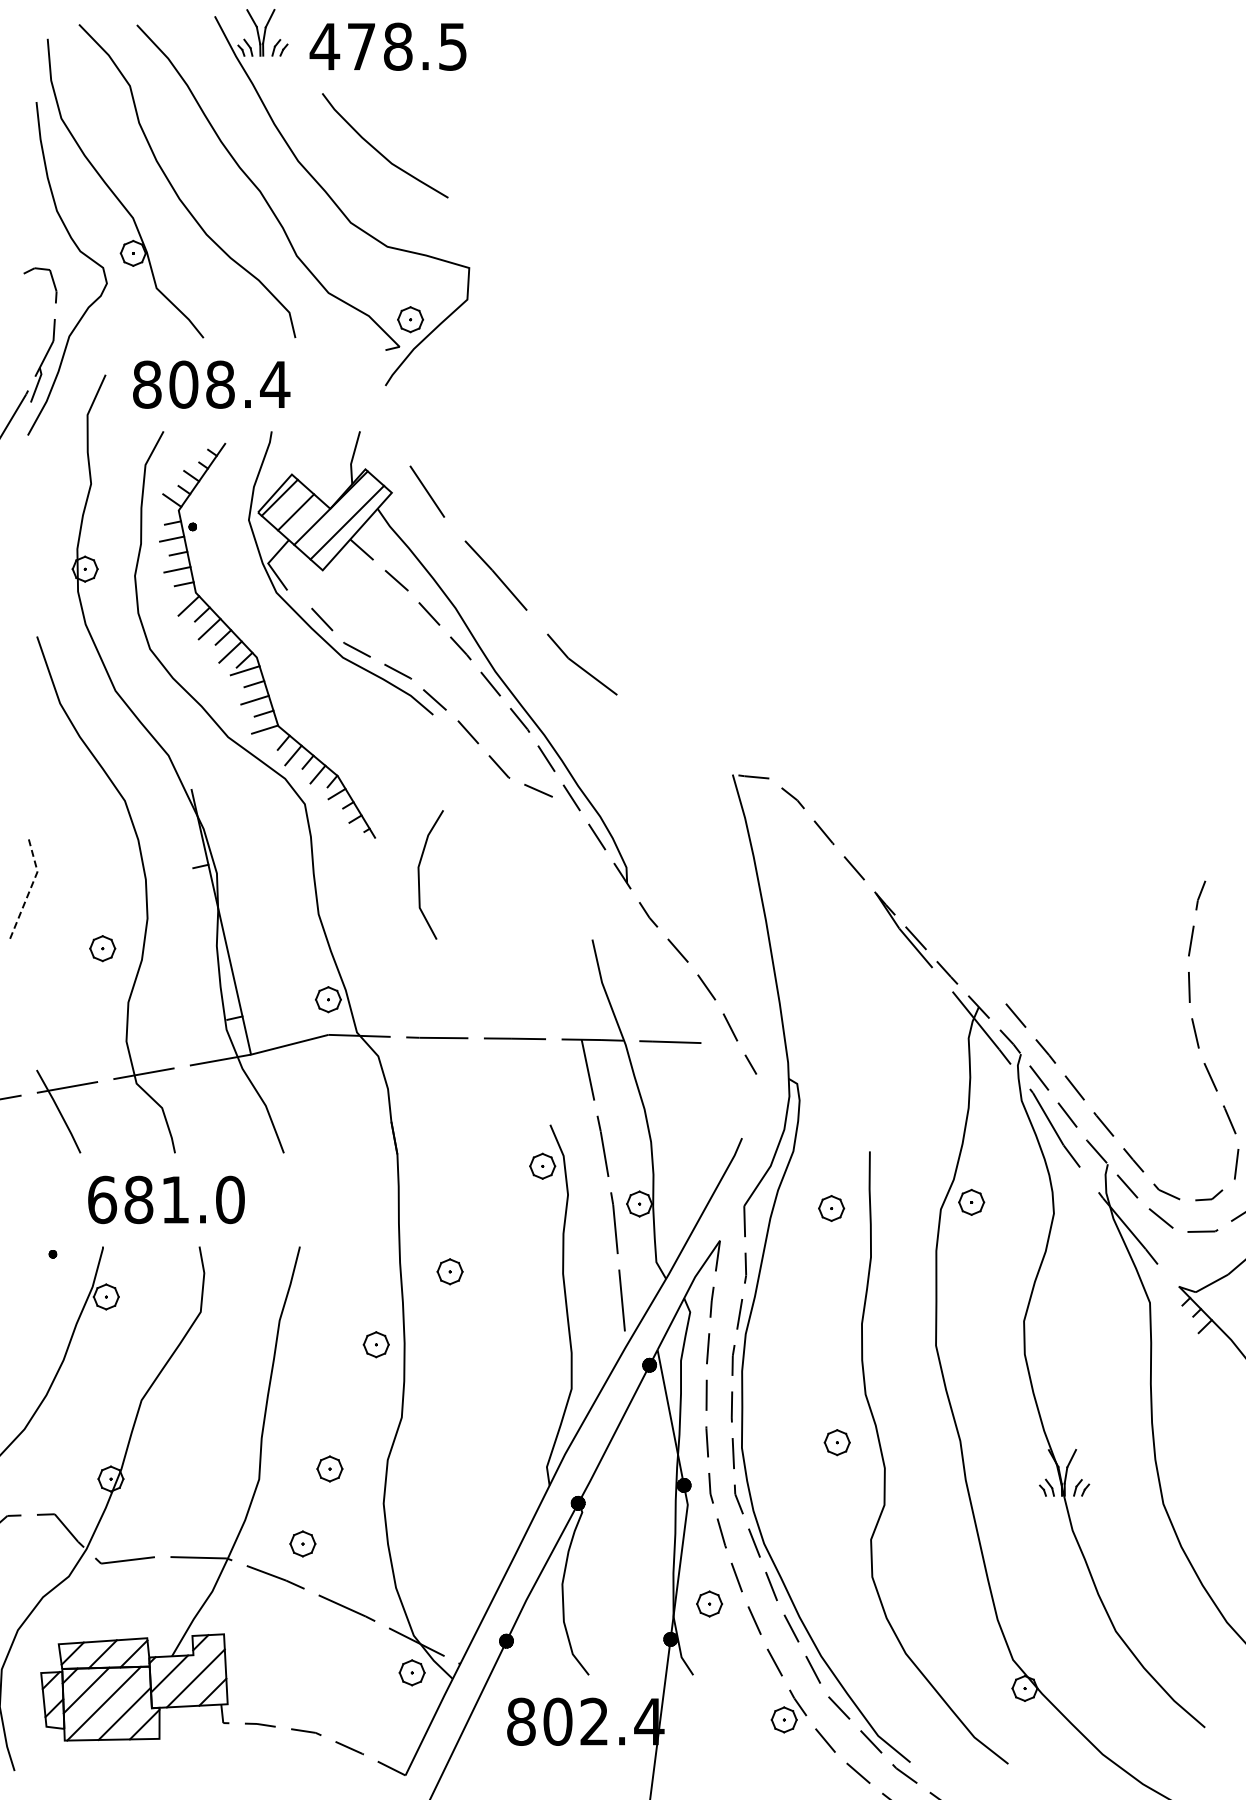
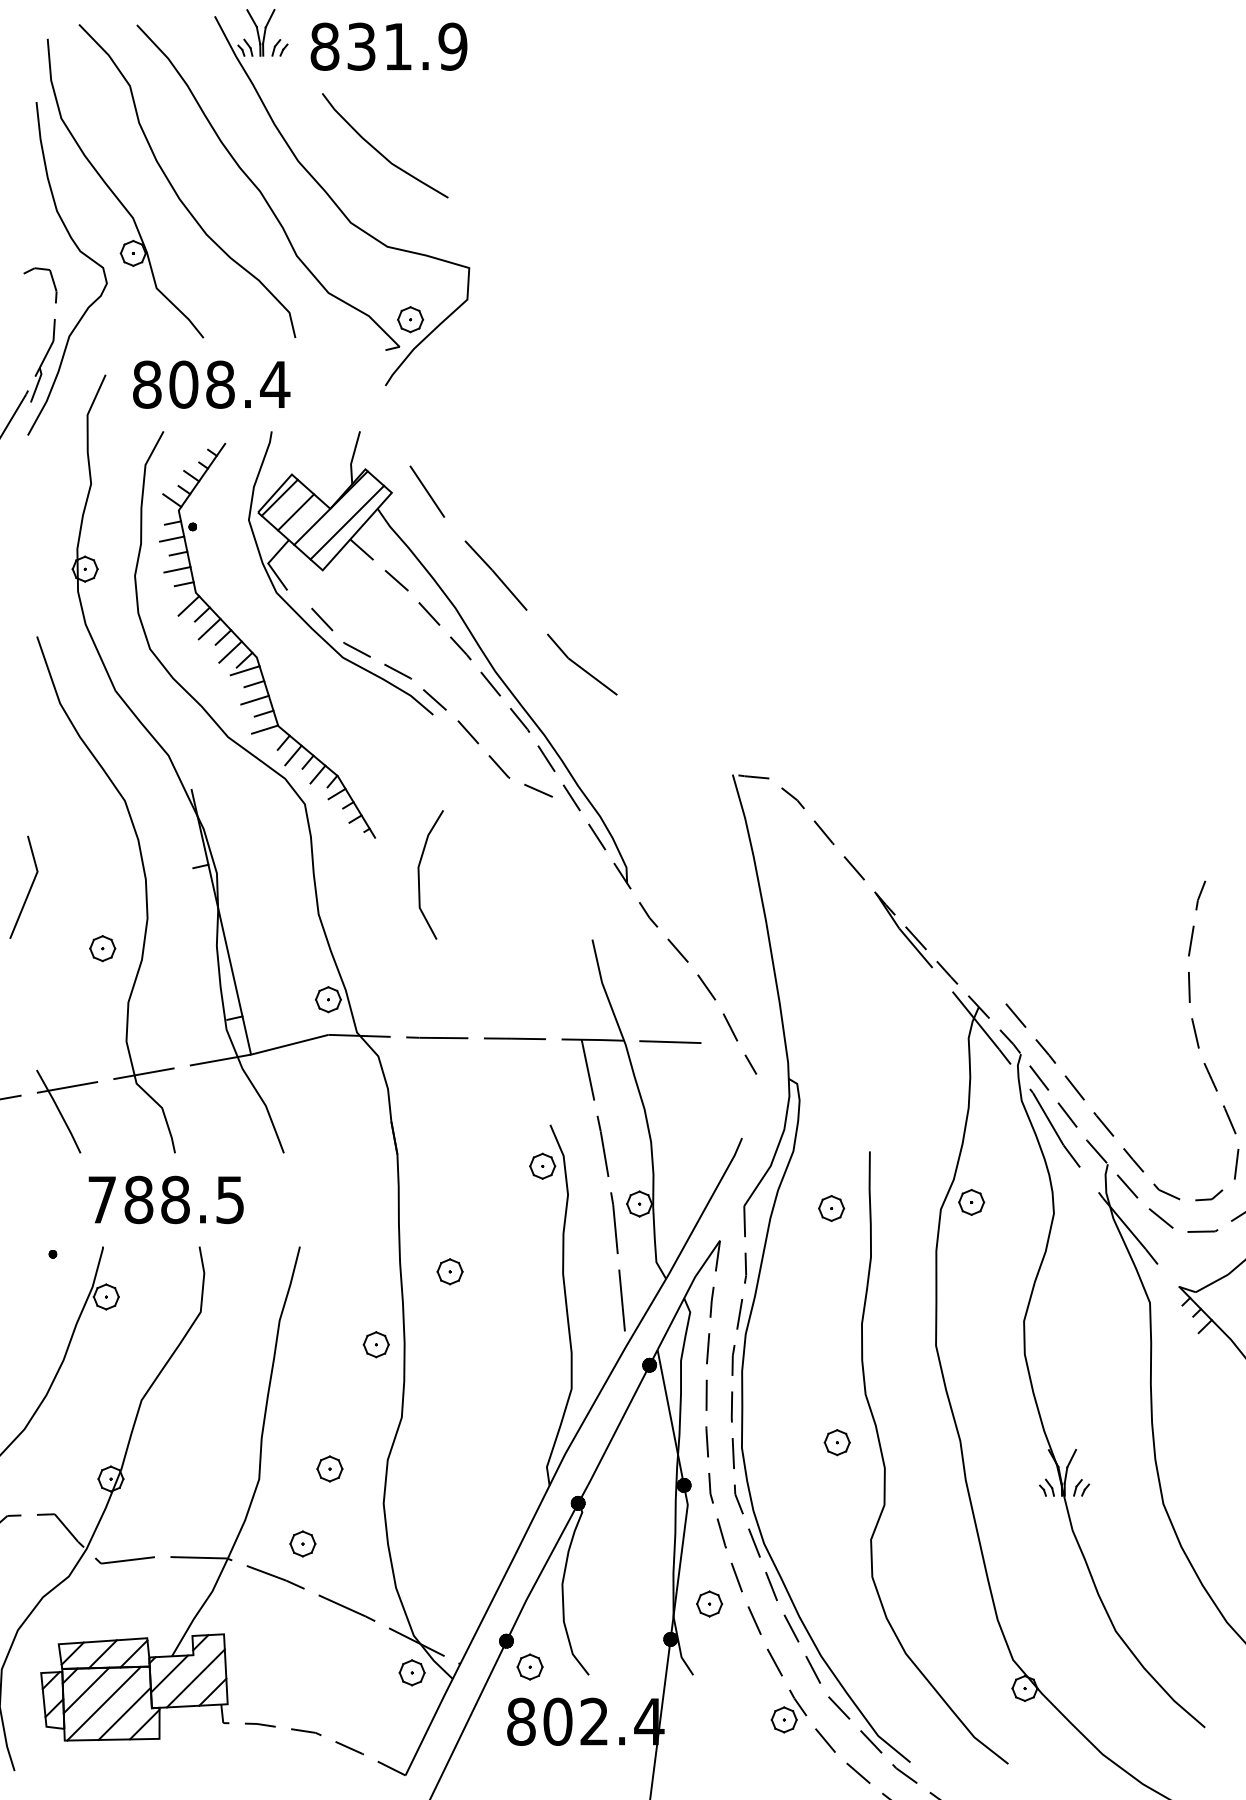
text at (388, 46): 478.5 -> 831.9
line at (31, 887): dashed -> solid
text at (166, 1199): 681.0 -> 788.5
part at (529, 1666): none -> present
